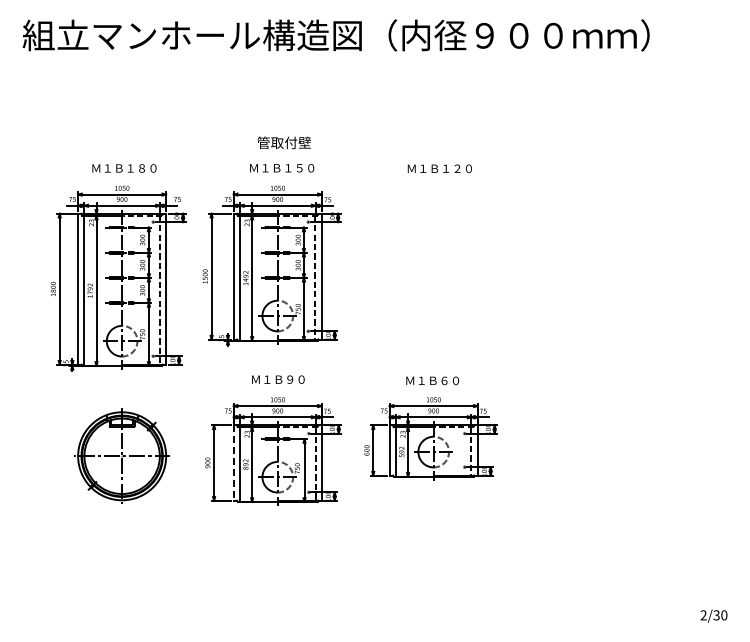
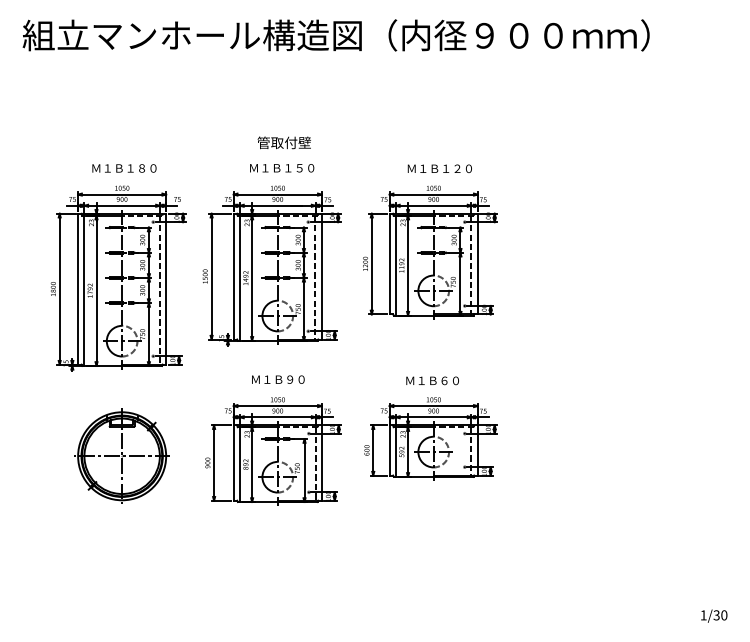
part at (430, 252): none -> present
line at (233, 462): dashed -> solid
text at (703, 615): 2/30 -> 1/30
